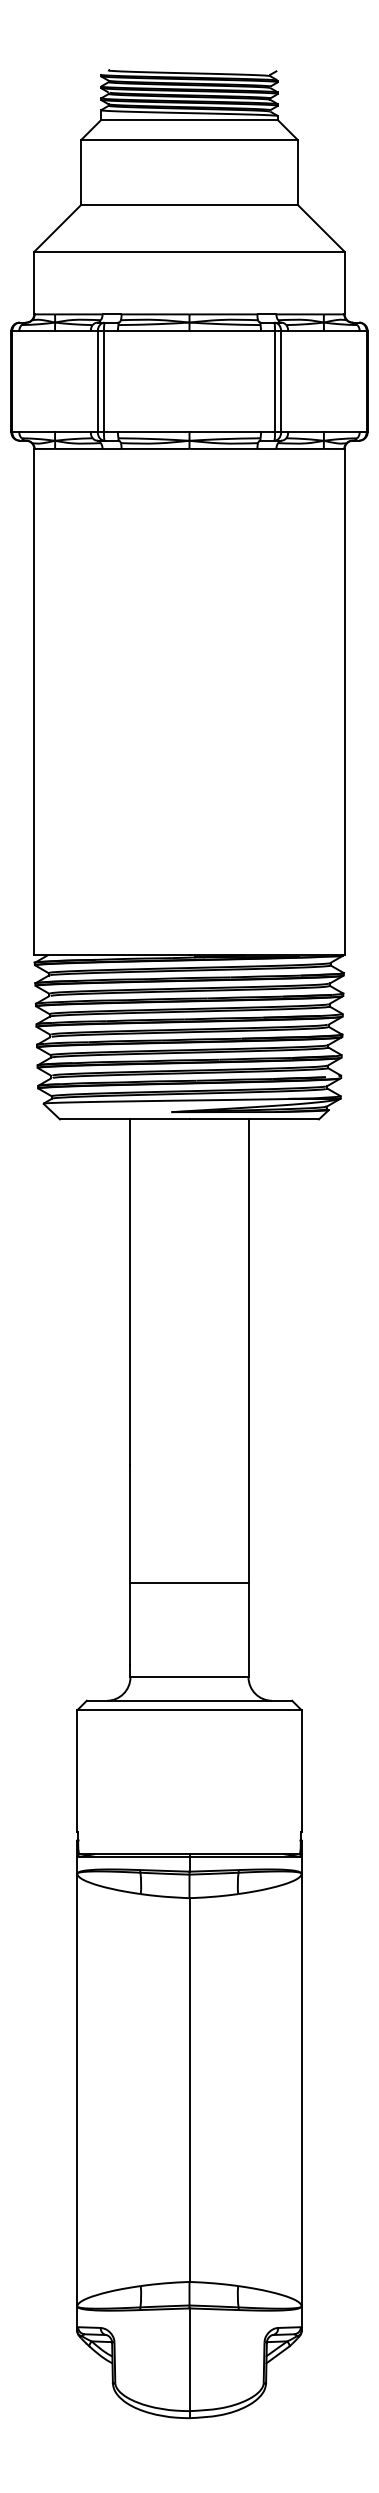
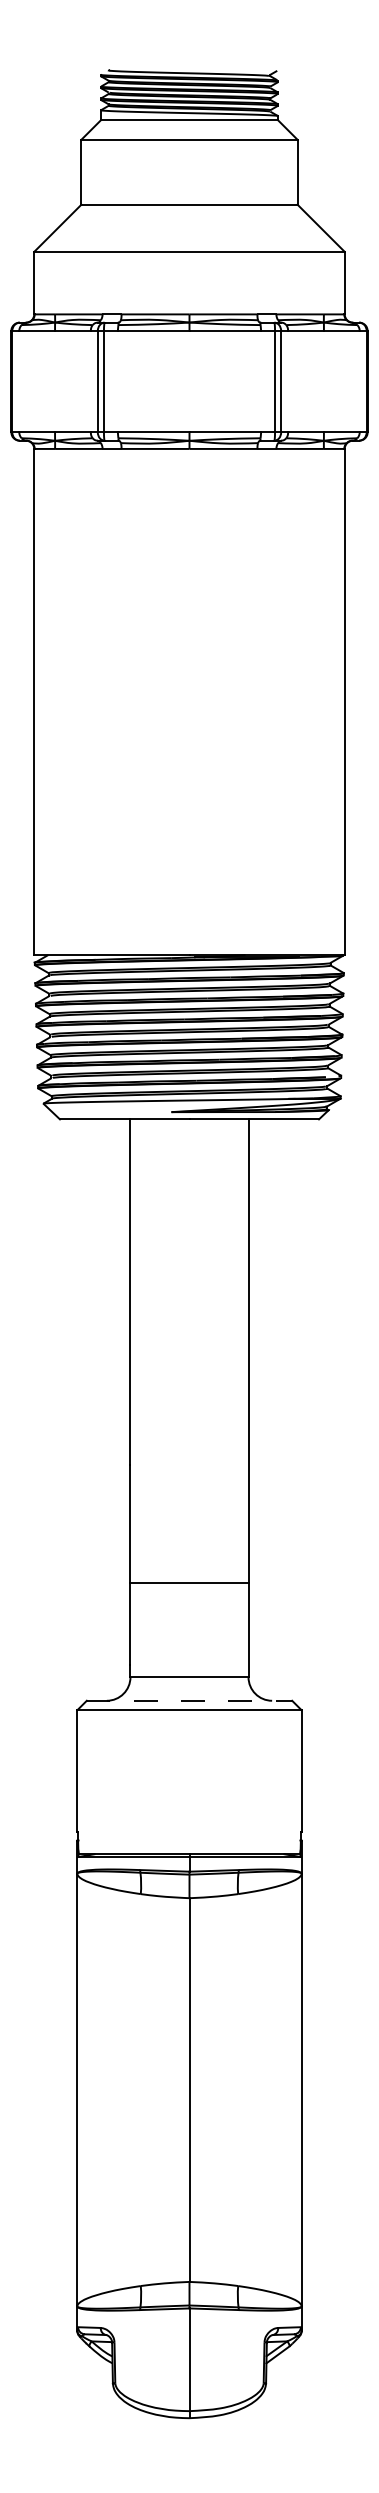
line at (189, 1700): solid -> dashed
